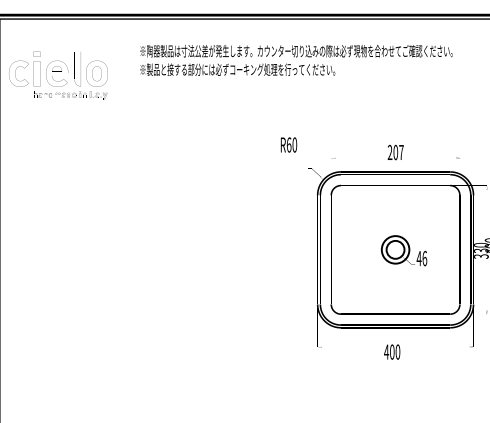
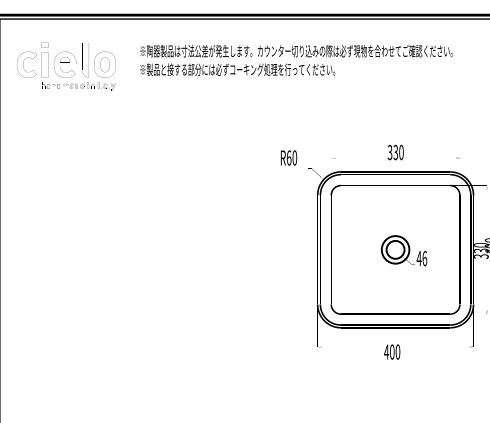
part at (58, 75) position: (58, 75) -> (66, 66)
text at (288, 144) position: (288, 144) -> (288, 157)
text at (395, 152): 207 -> 330
